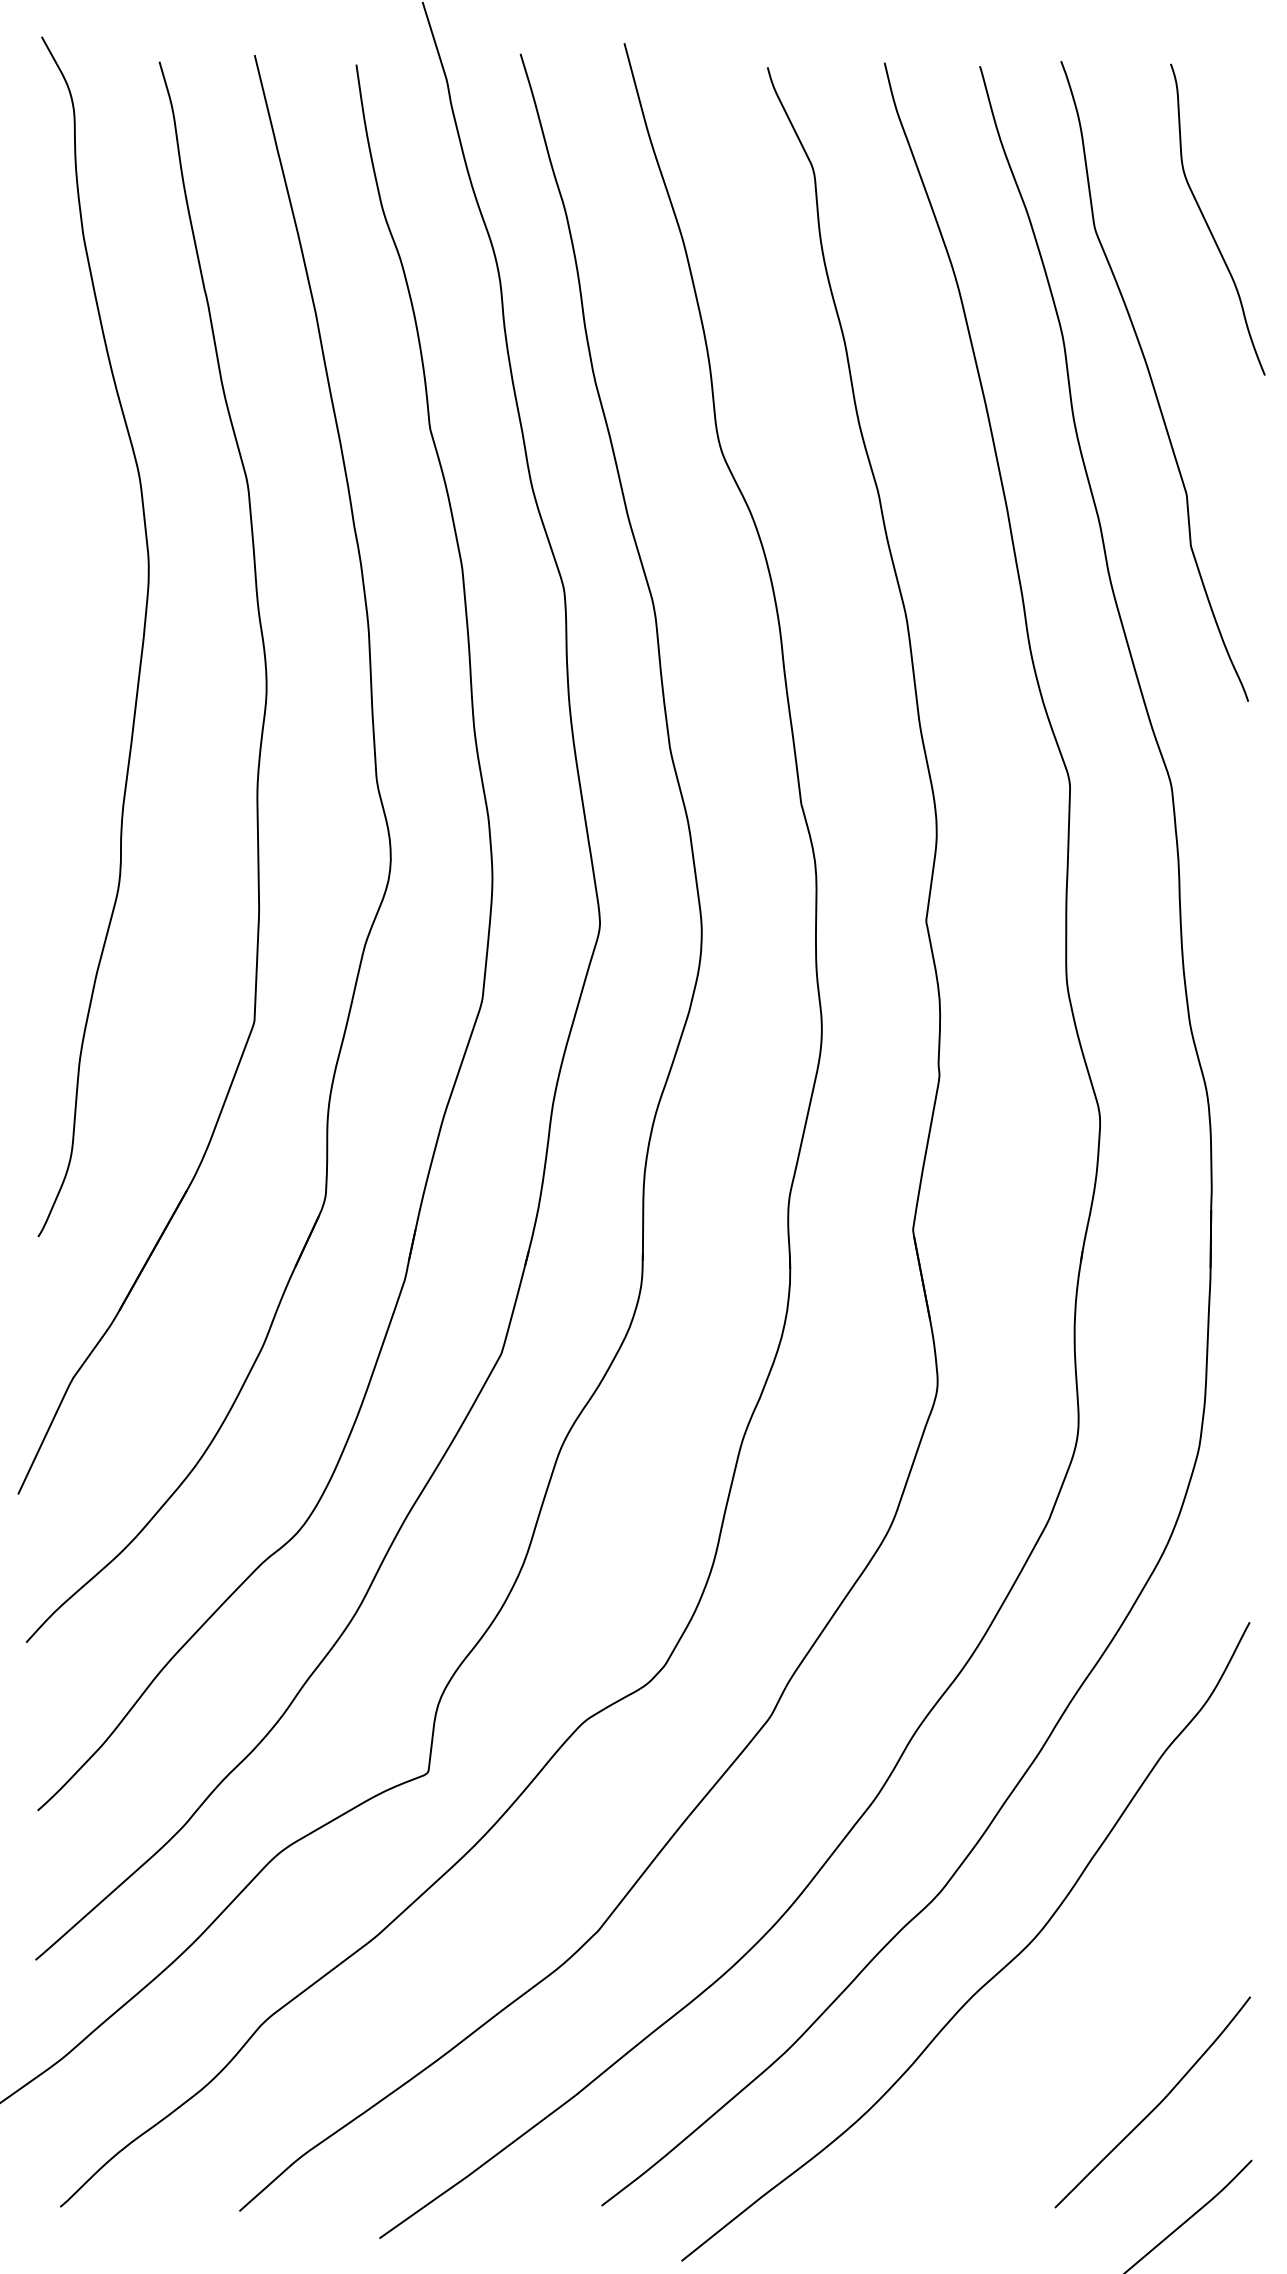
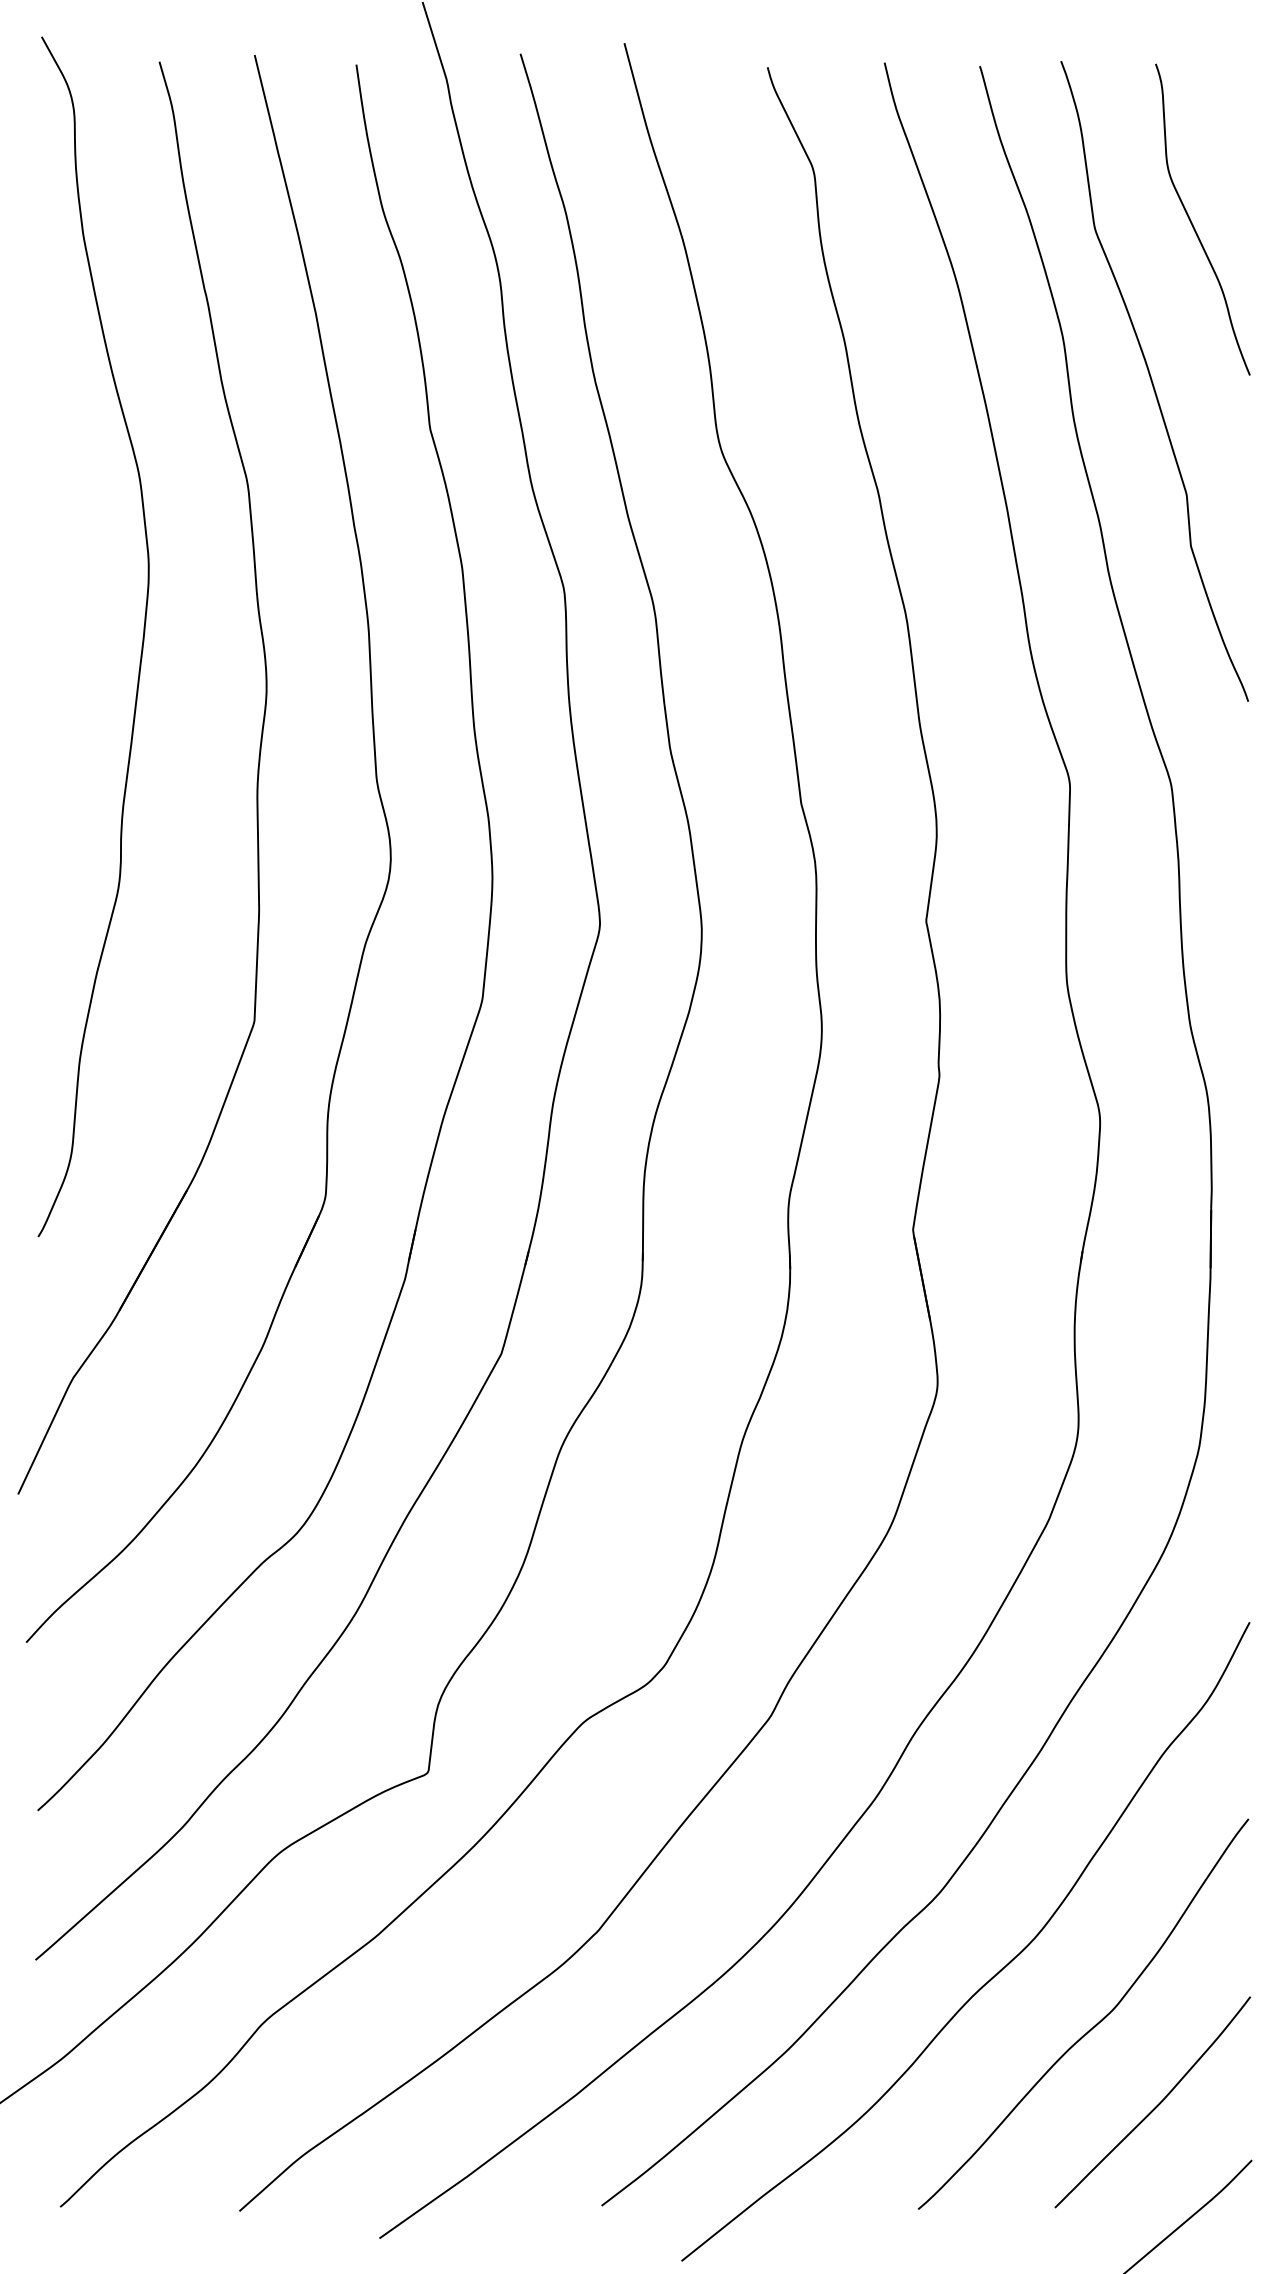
curve at (1208, 224) position: (1208, 224) -> (1193, 224)
curve at (1095, 2024): none -> present
